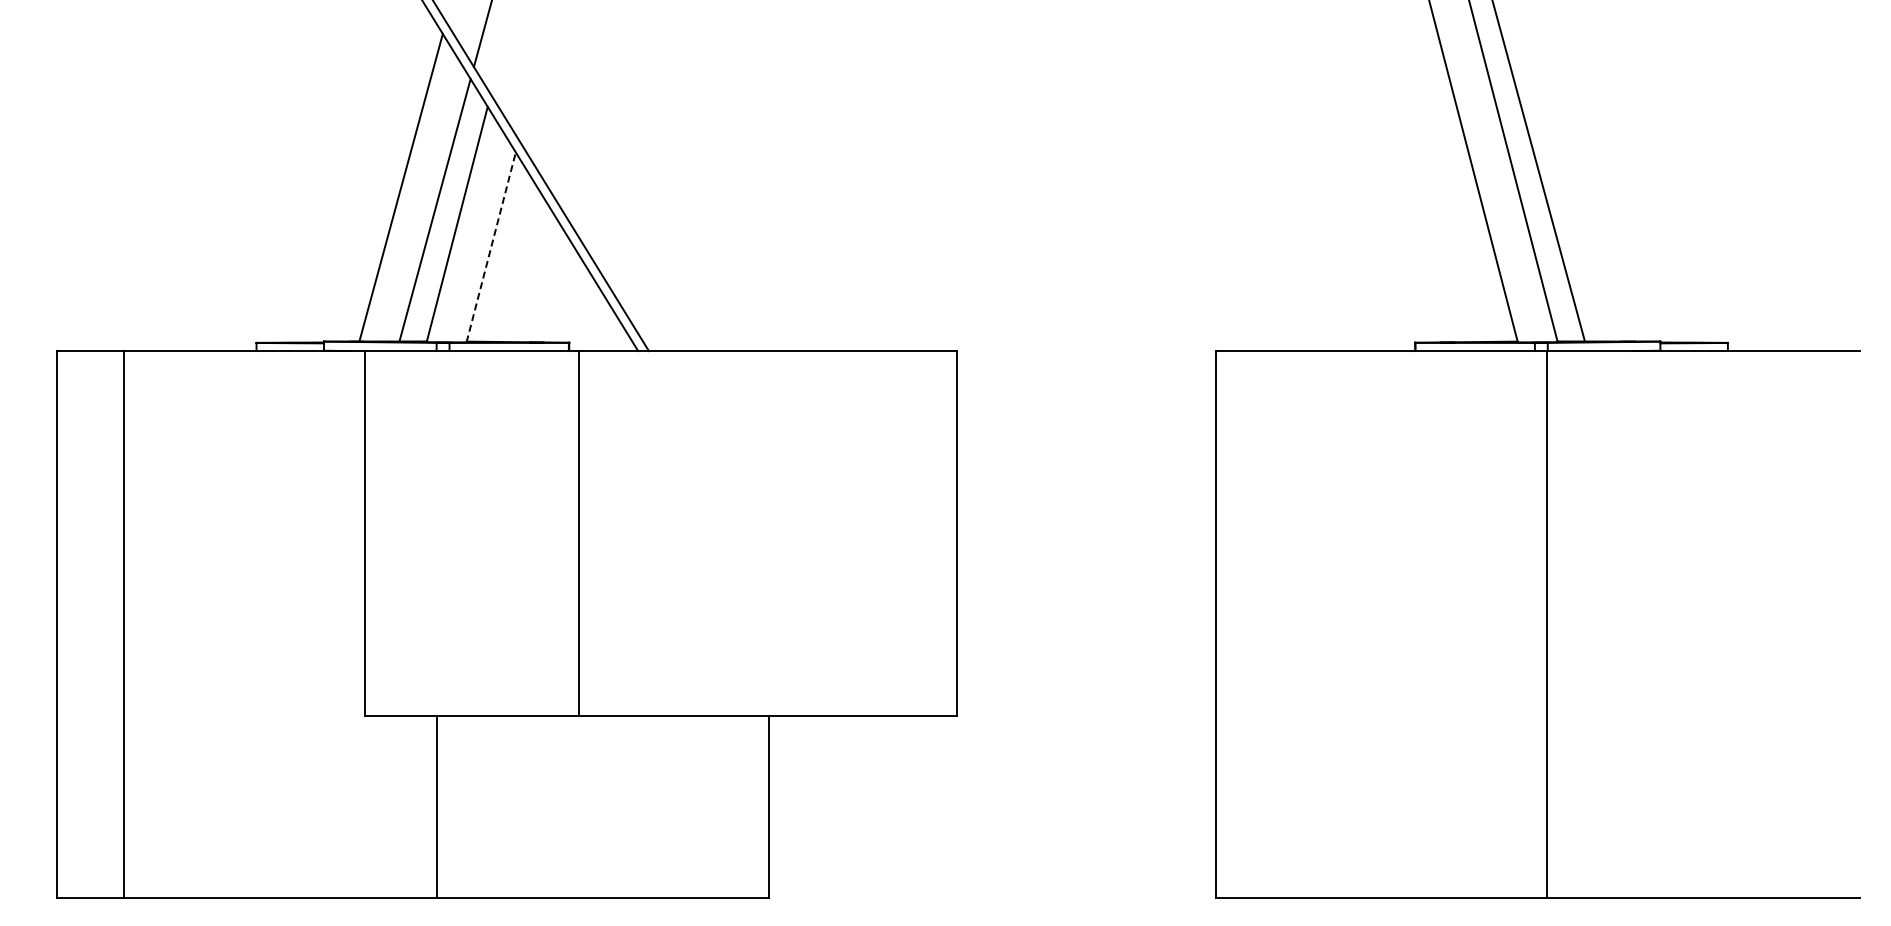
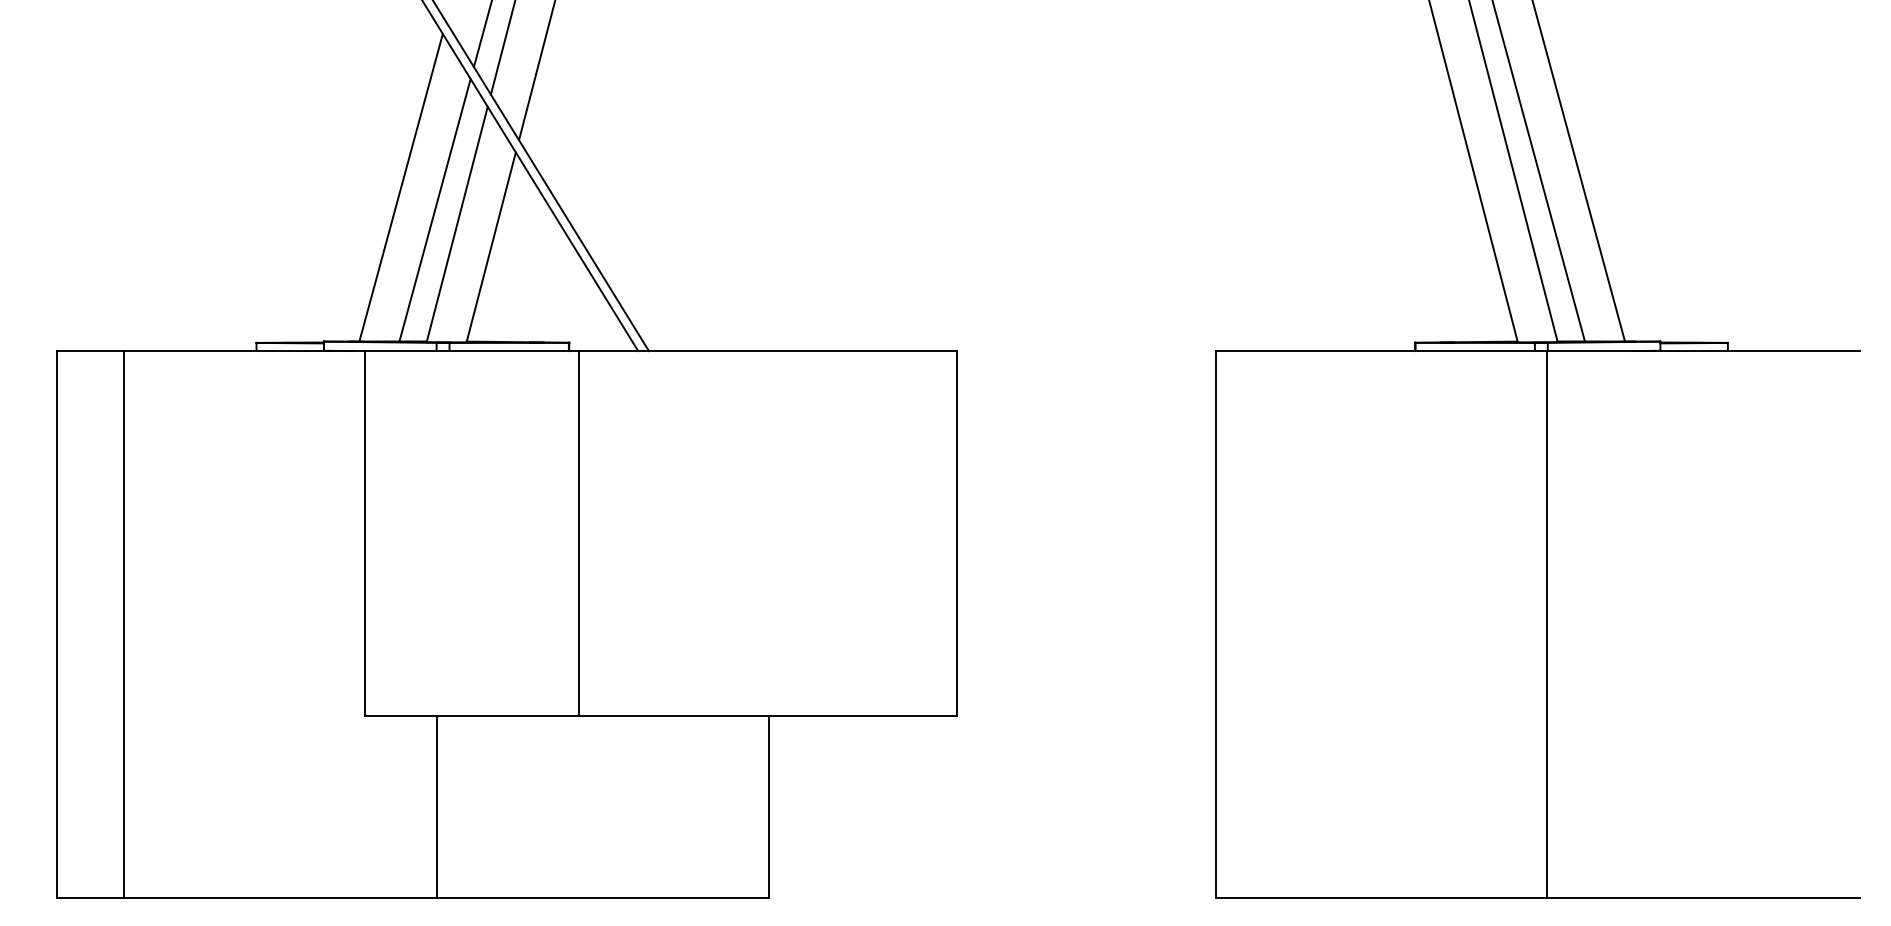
line at (502, 48): none -> present
line at (536, 71): none -> present
line at (1578, 171): none -> present
line at (491, 246): dashed -> solid
